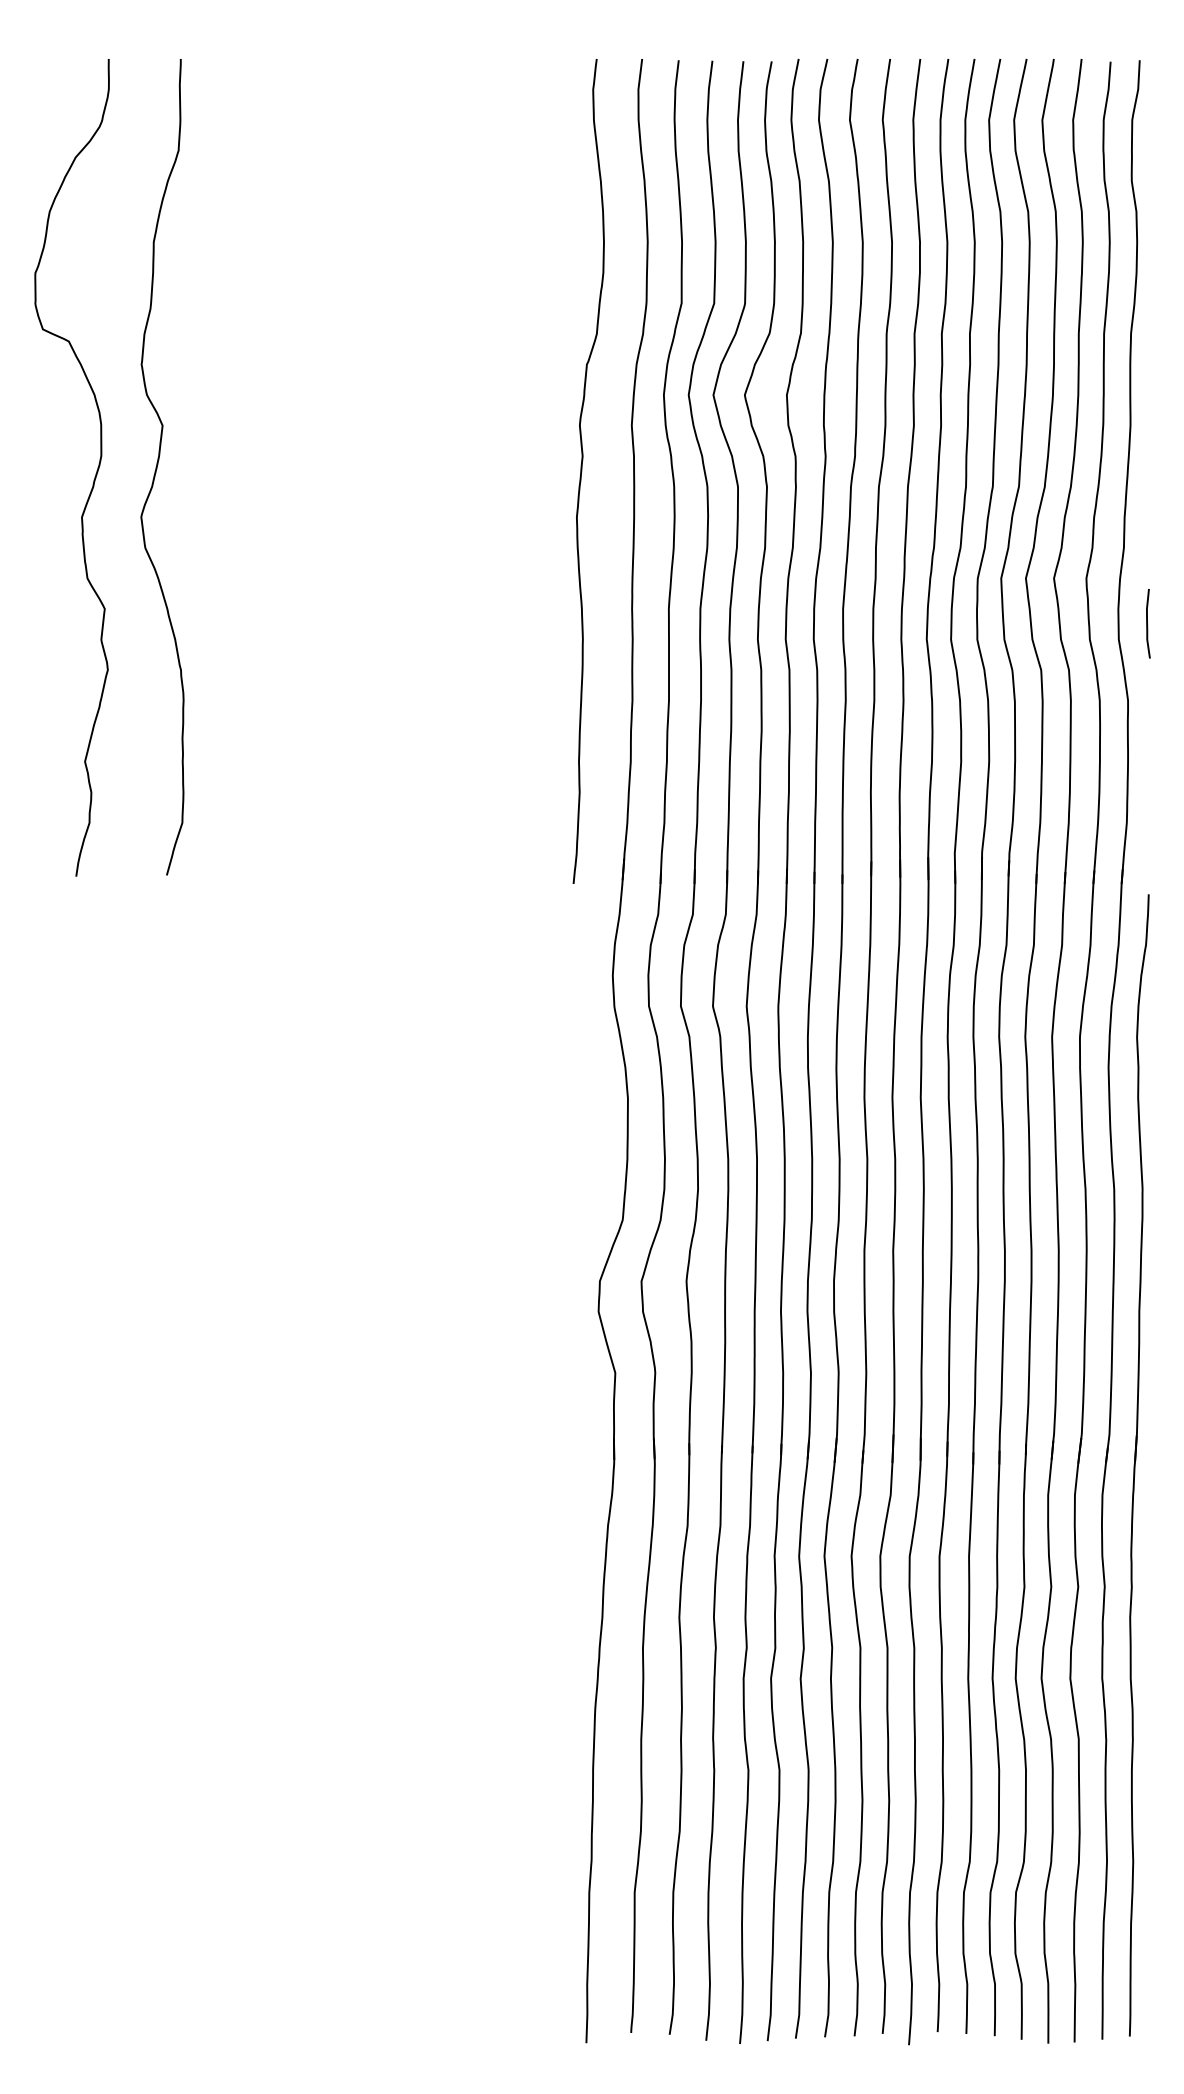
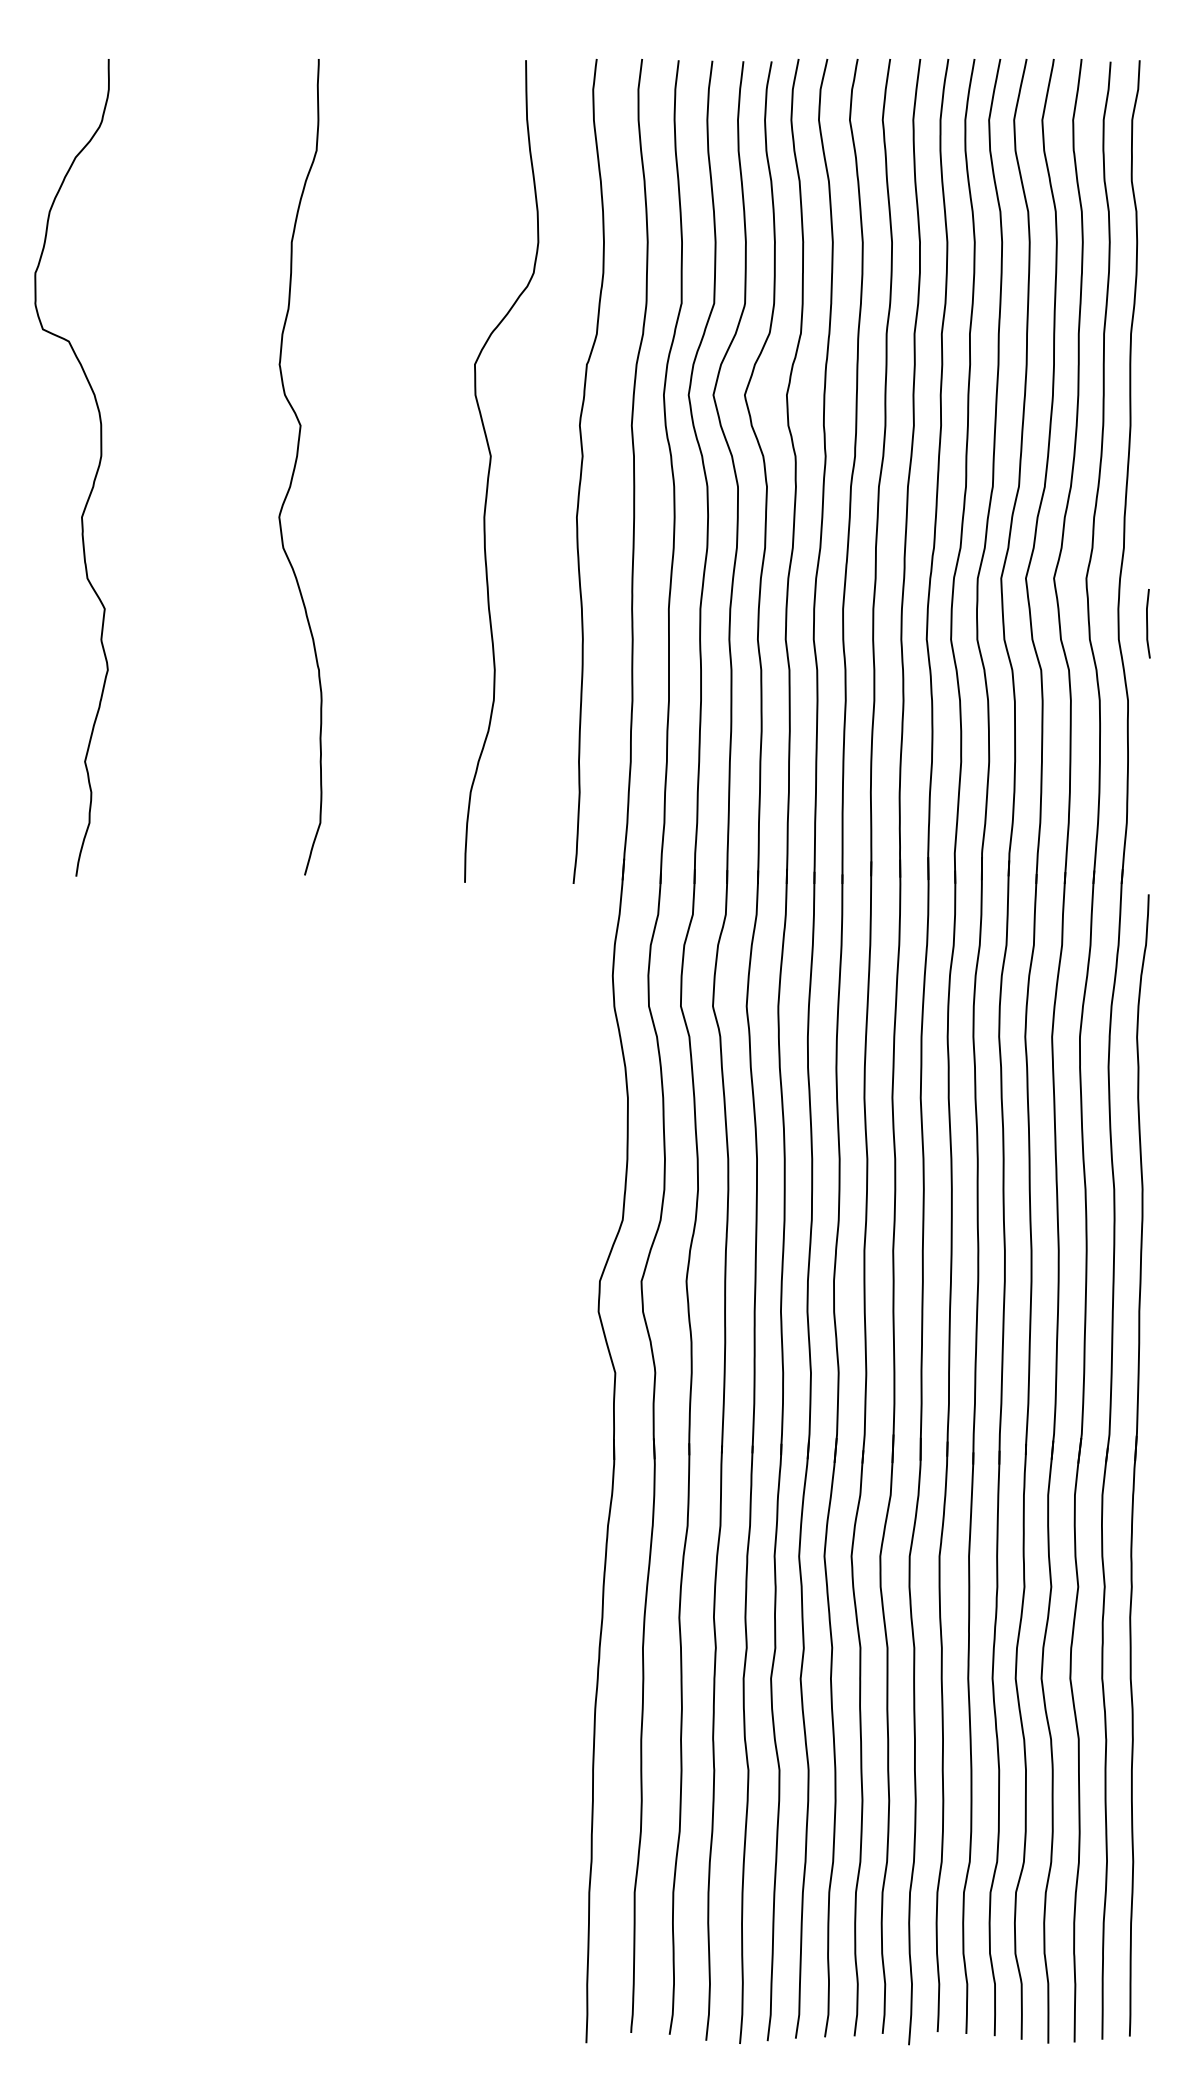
curve at (158, 464) position: (158, 464) -> (296, 464)
curve at (490, 470): none -> present
